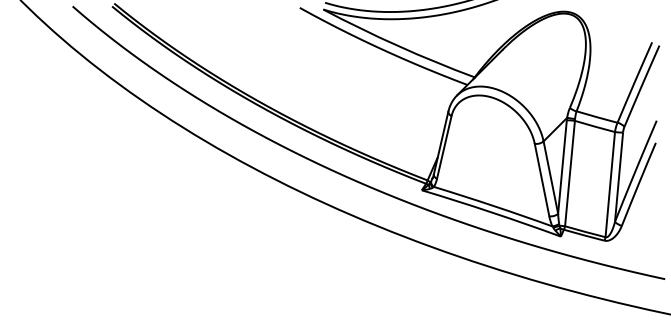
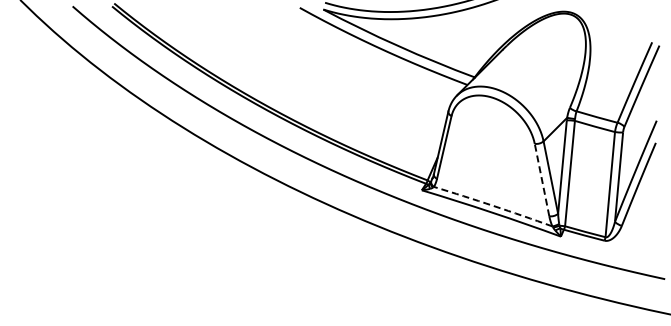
line at (542, 180): solid -> dashed
arc at (493, 205): solid -> dashed
